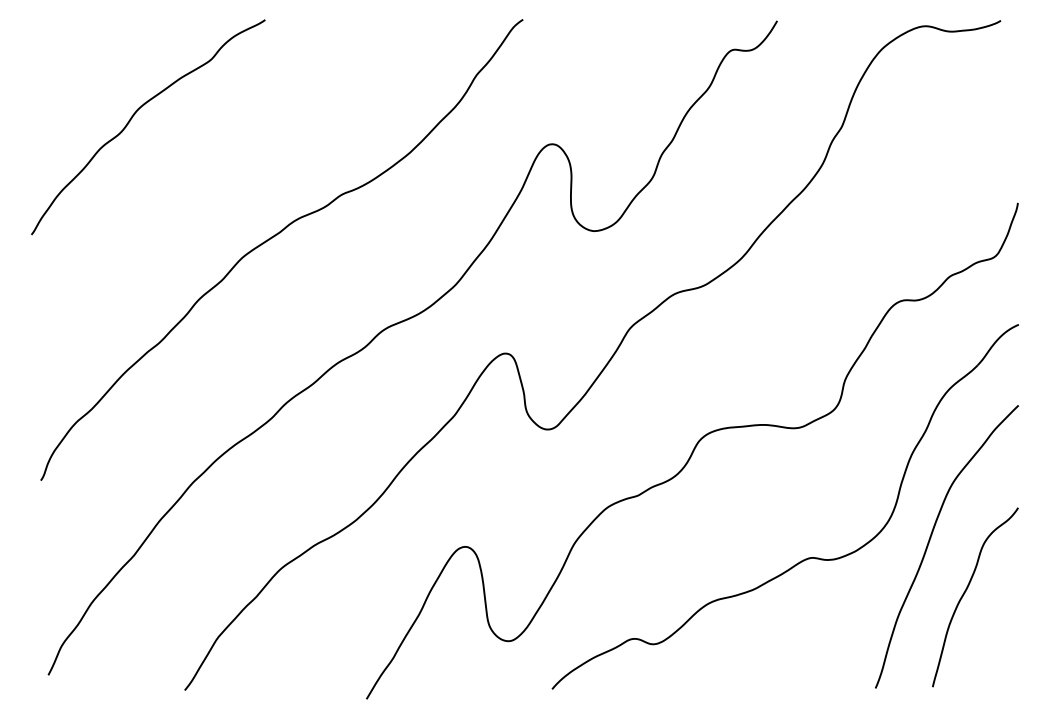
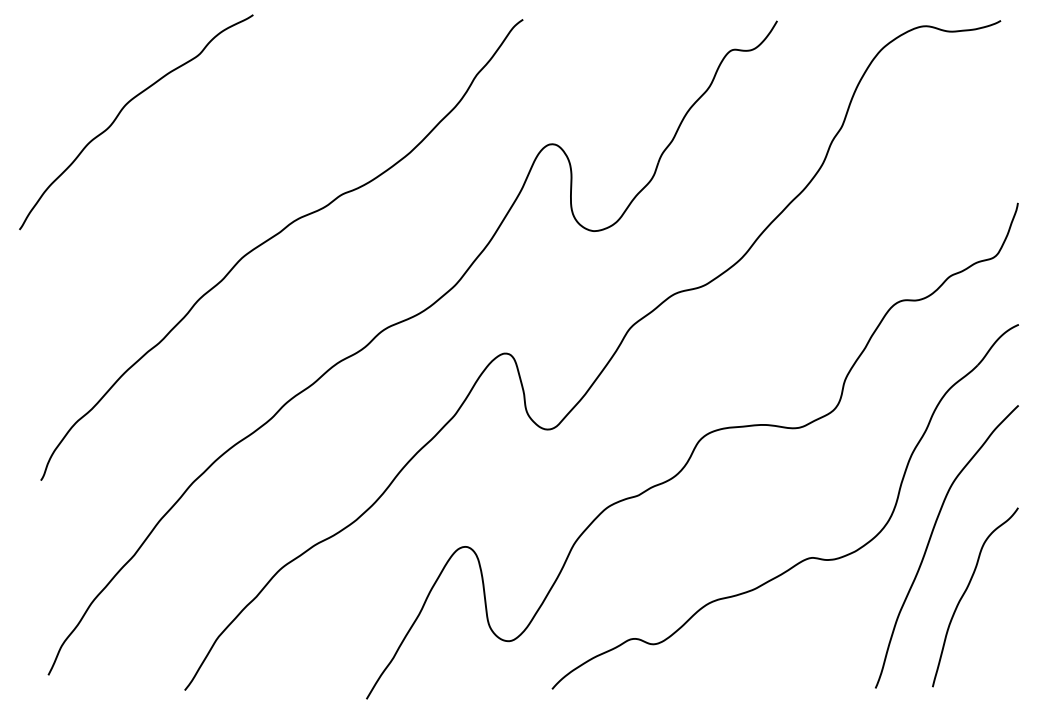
curve at (132, 118) position: (132, 118) -> (120, 113)
